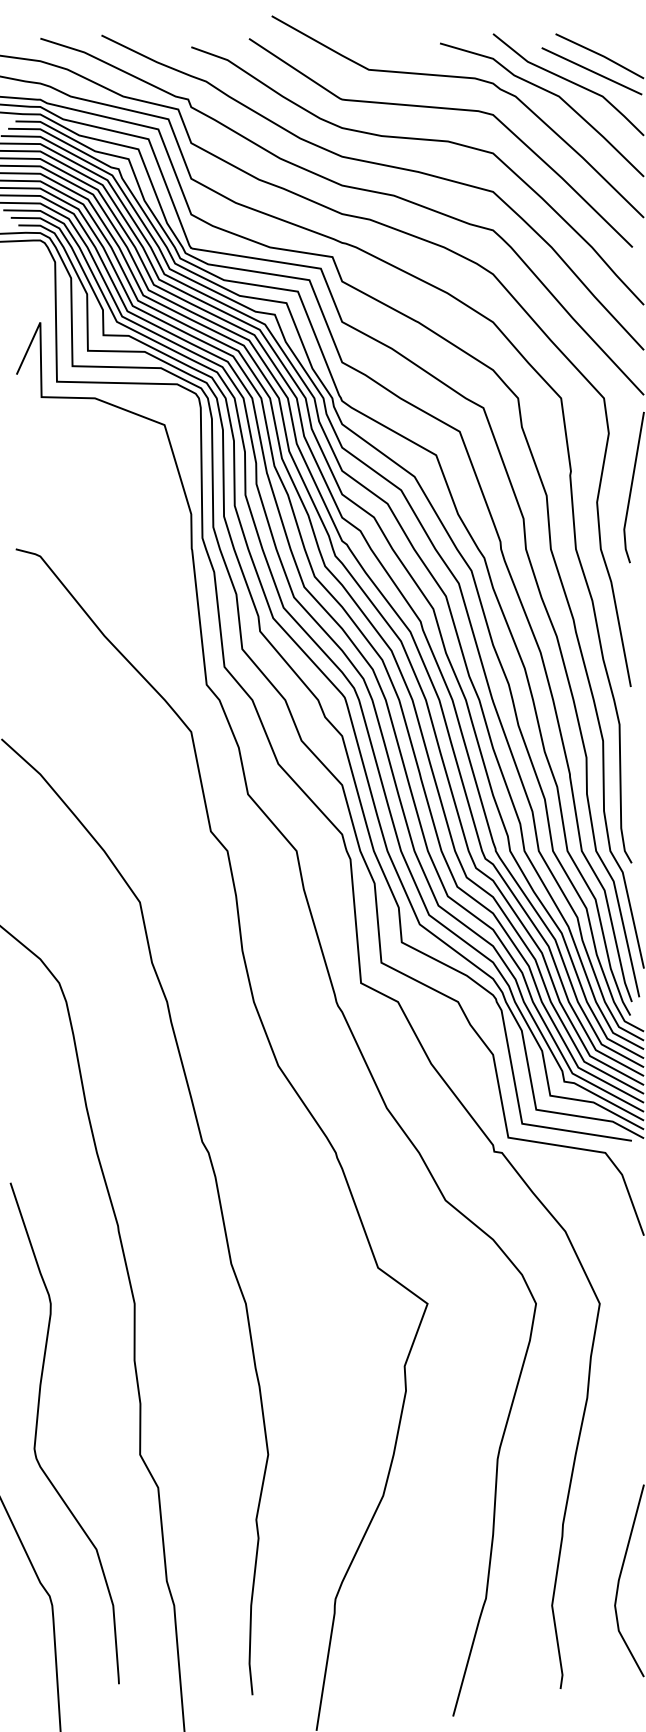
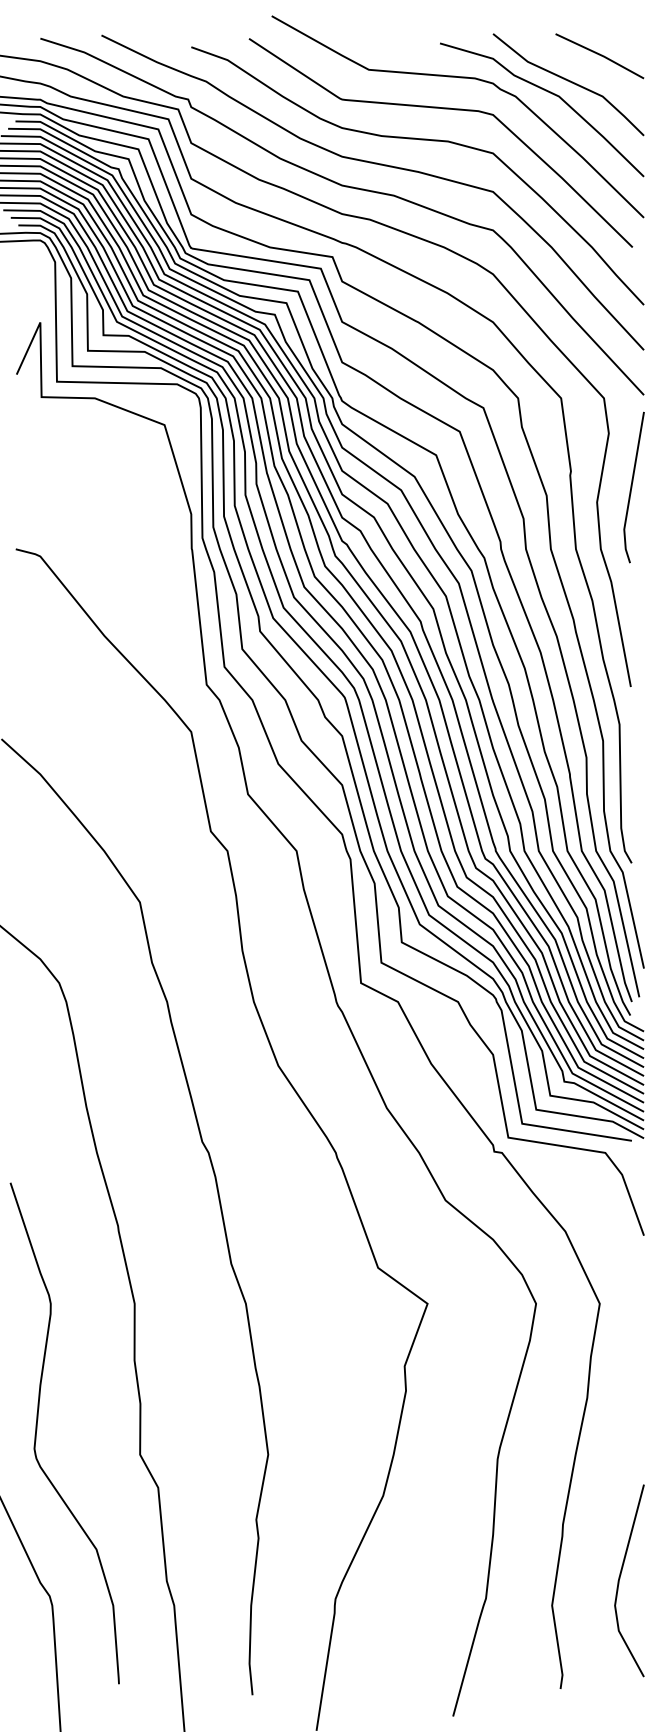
line at (591, 71): present -> none
